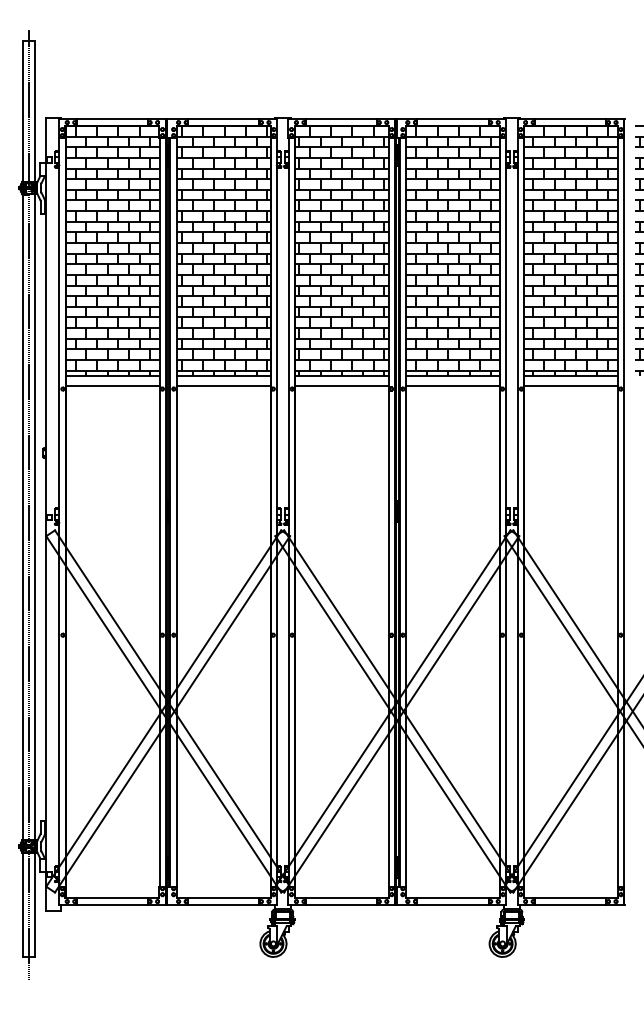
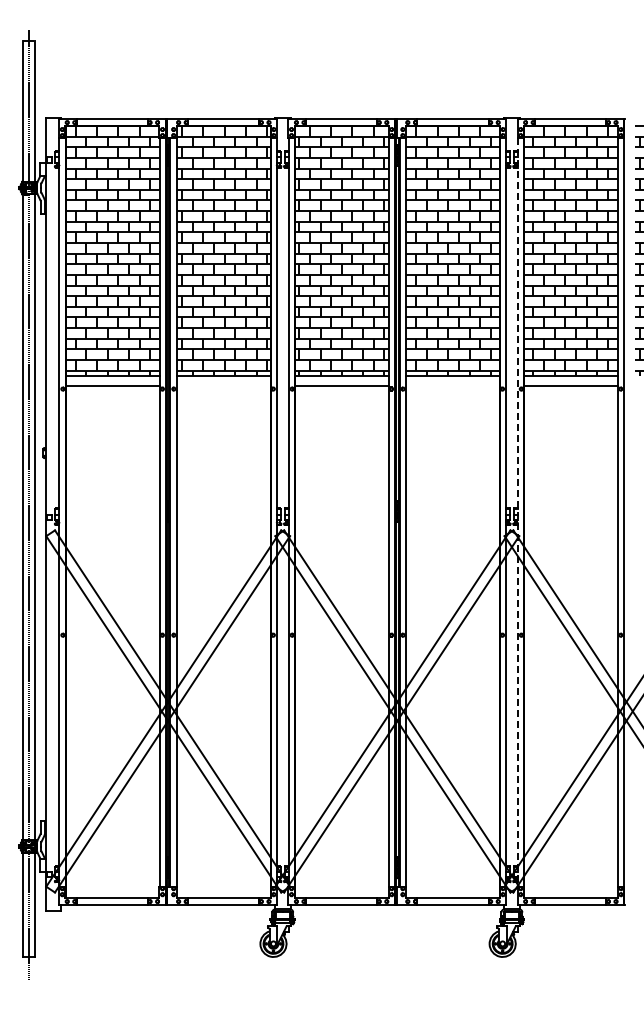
line at (223, 386): present -> none
line at (452, 386): present -> none
line at (517, 512): solid -> dashed
